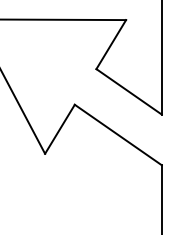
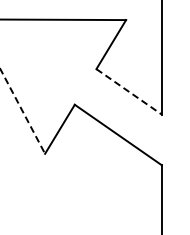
line at (129, 91): solid -> dashed
line at (22, 111): solid -> dashed
